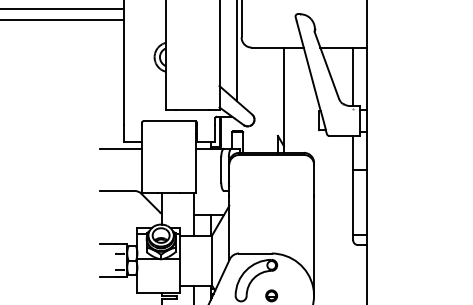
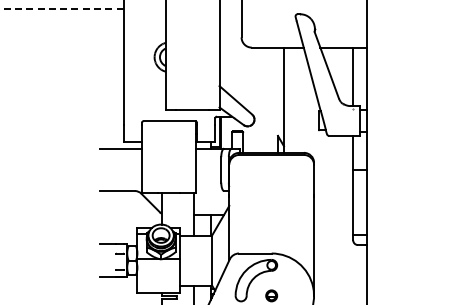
line at (61, 9): solid -> dashed
line at (62, 19): present -> none
line at (236, 51): present -> none
